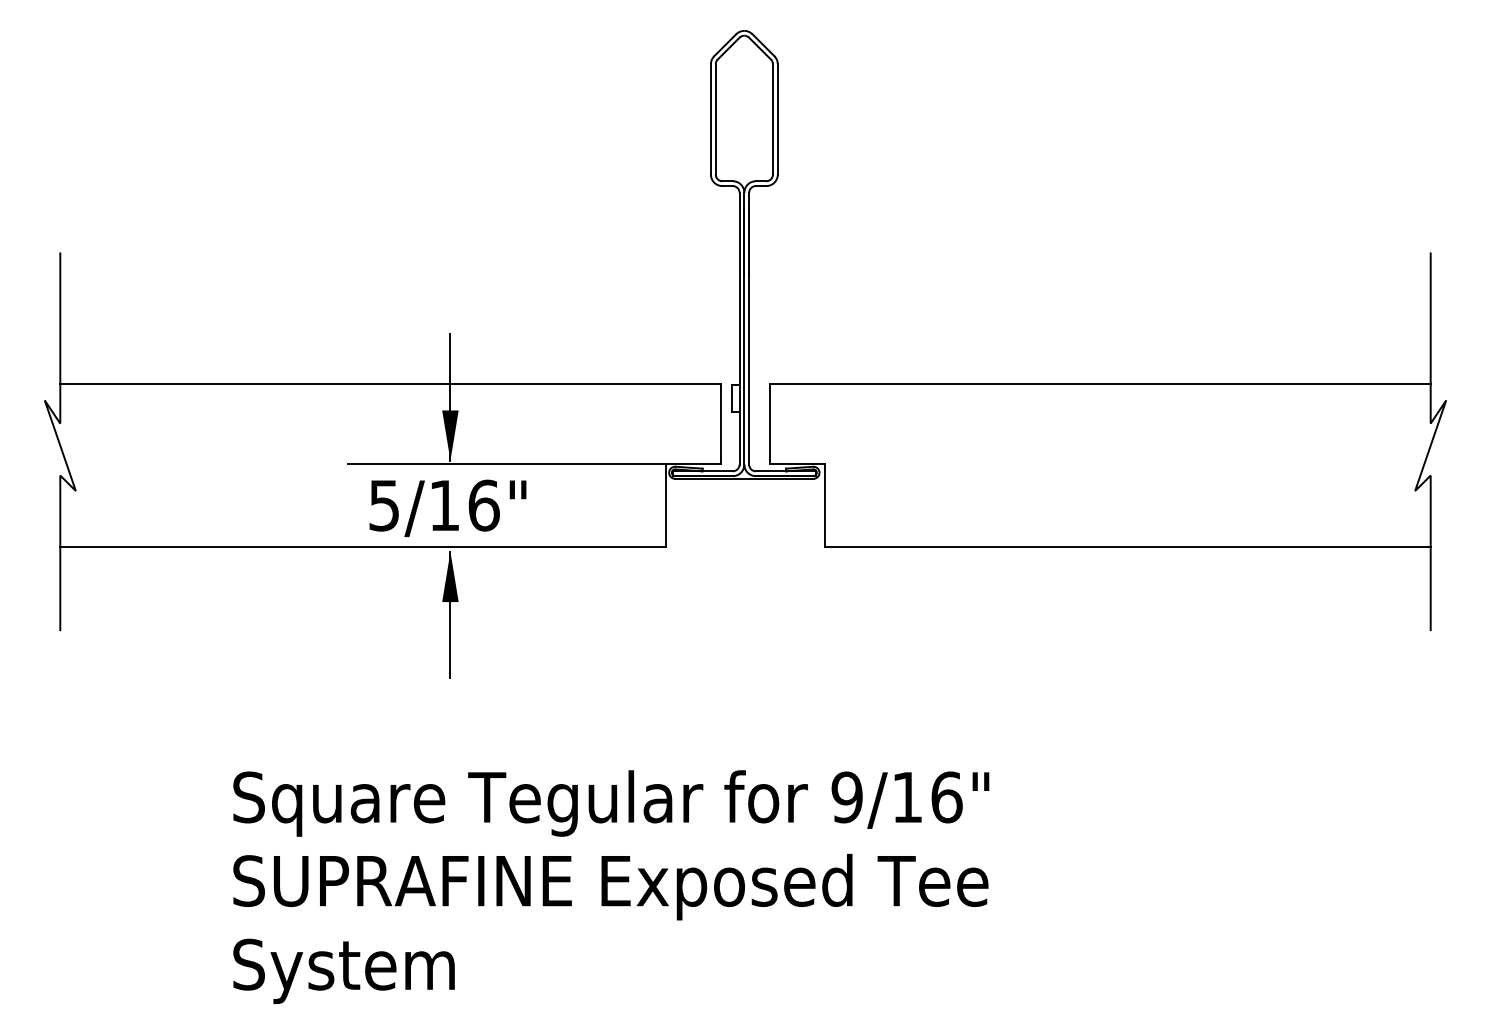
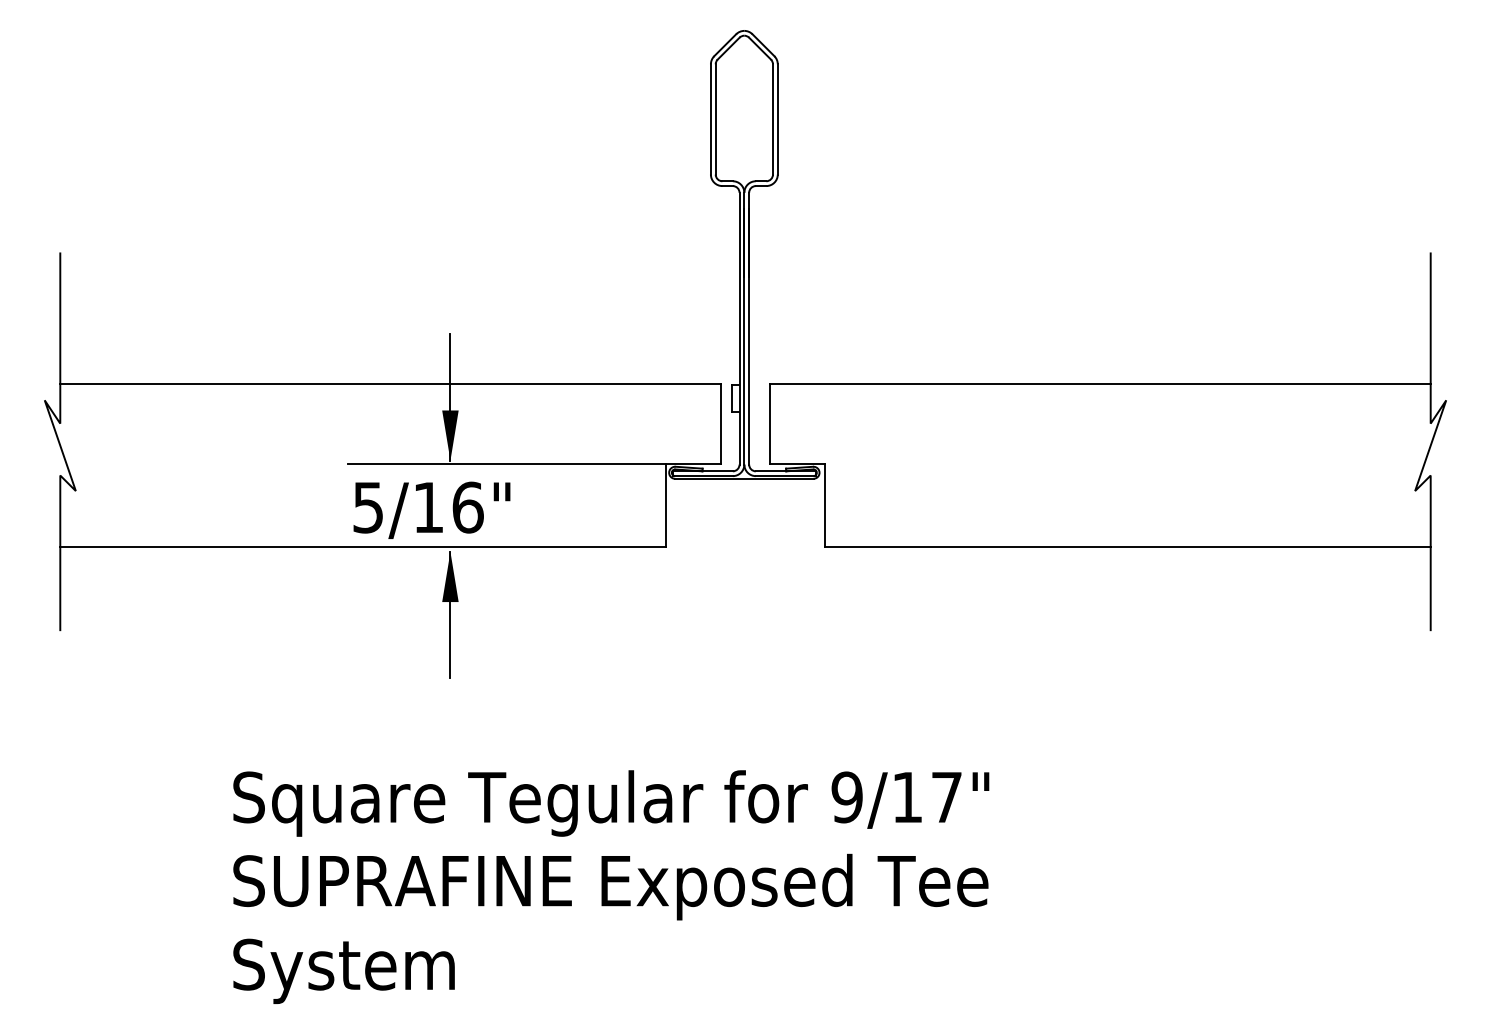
text at (447, 507) position: (447, 507) -> (431, 509)
text at (946, 797): 9/16" -> 9/17"
